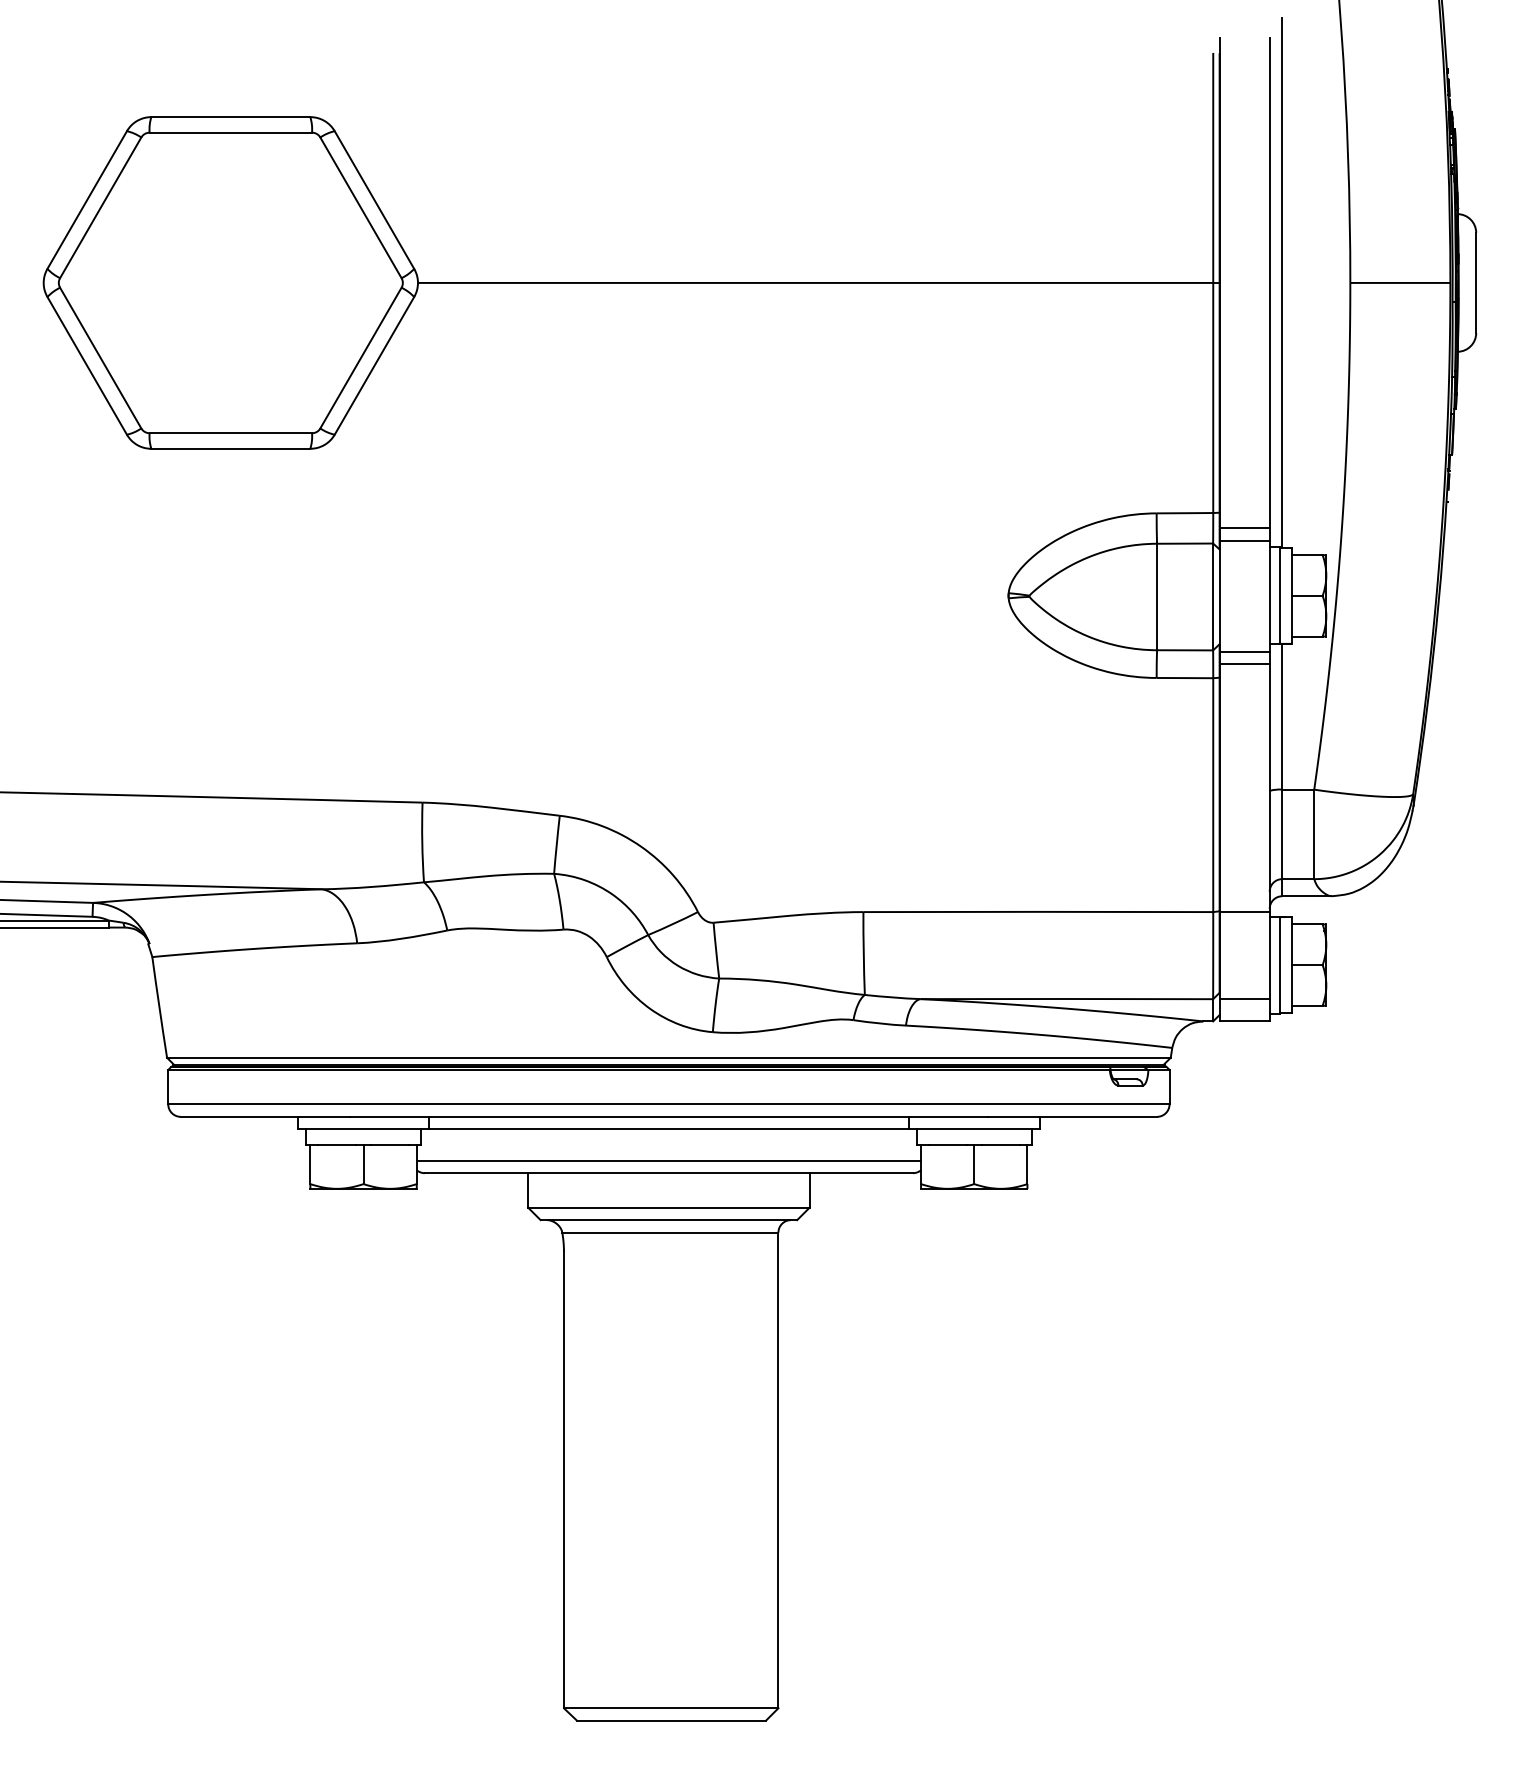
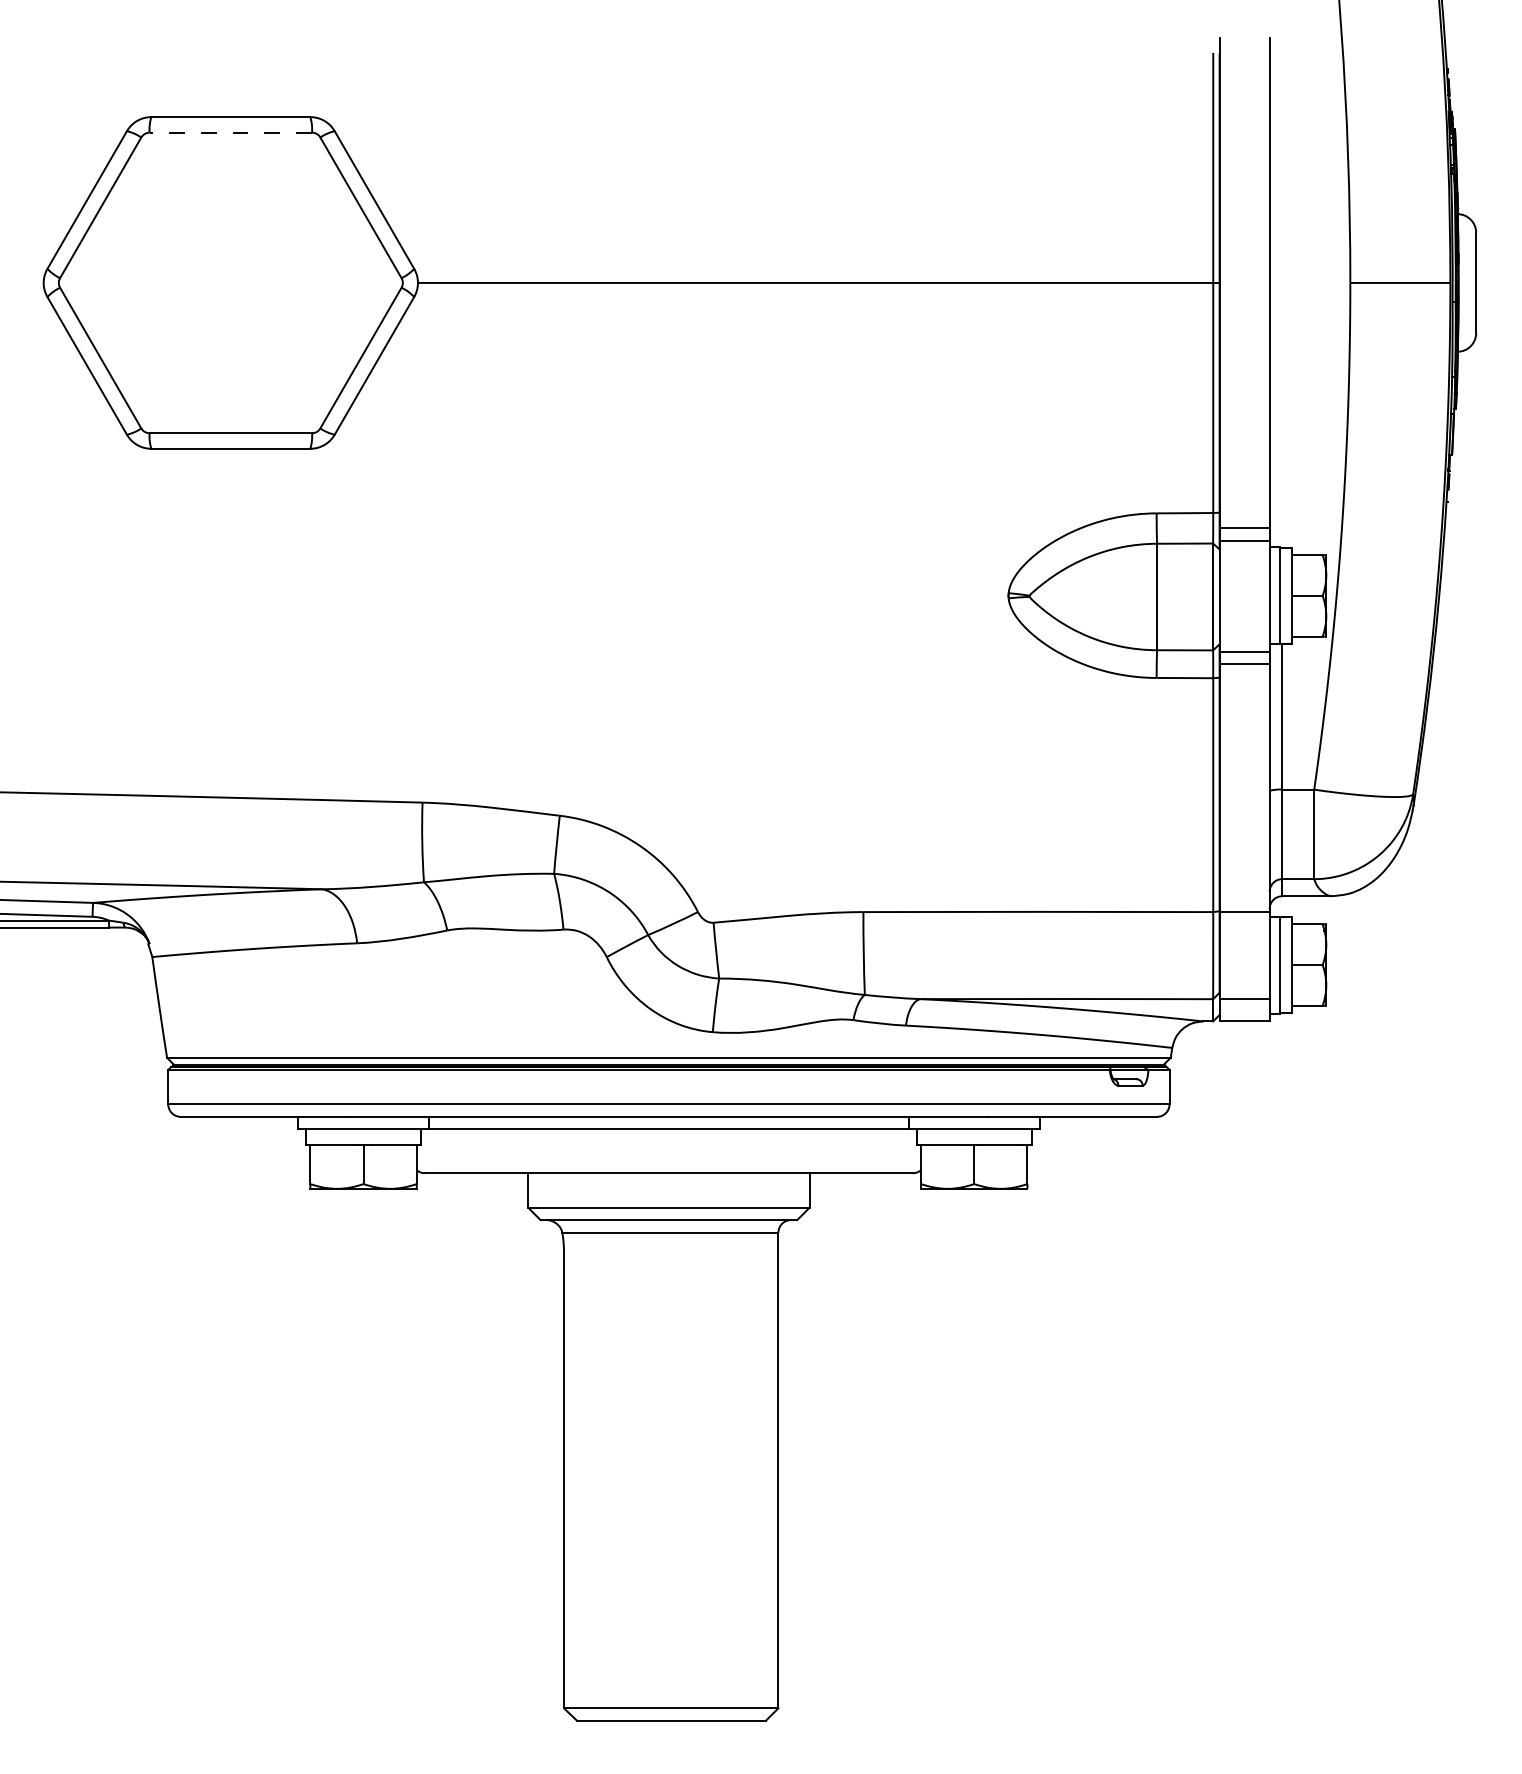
line at (230, 132): solid -> dashed
line at (1282, 282): present -> none
line at (668, 1160): present -> none
